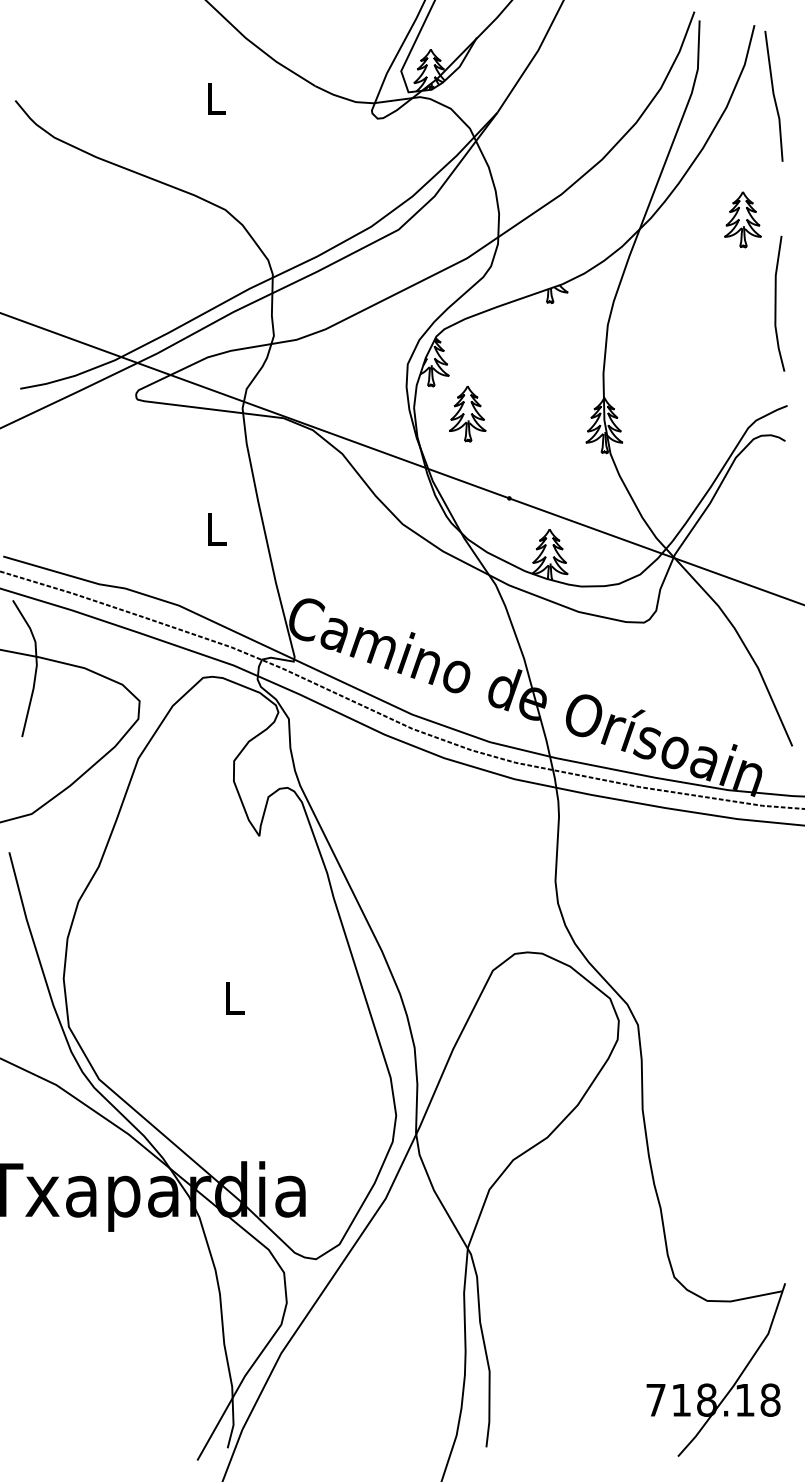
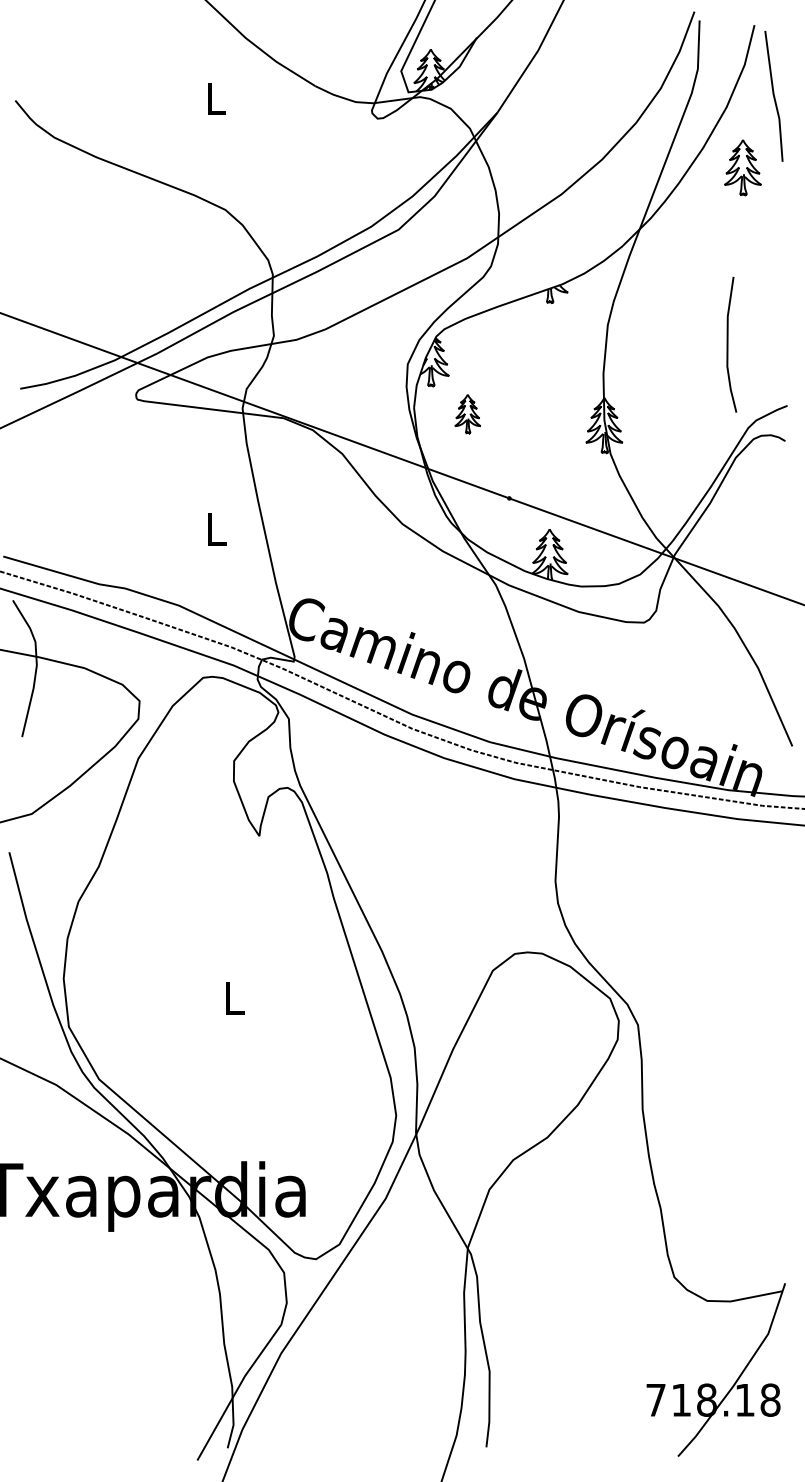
part at (742, 219) position: (742, 219) -> (742, 167)
line at (776, 303) position: (776, 303) -> (728, 344)
part at (467, 414) size: 38x57 px -> 27x41 px
